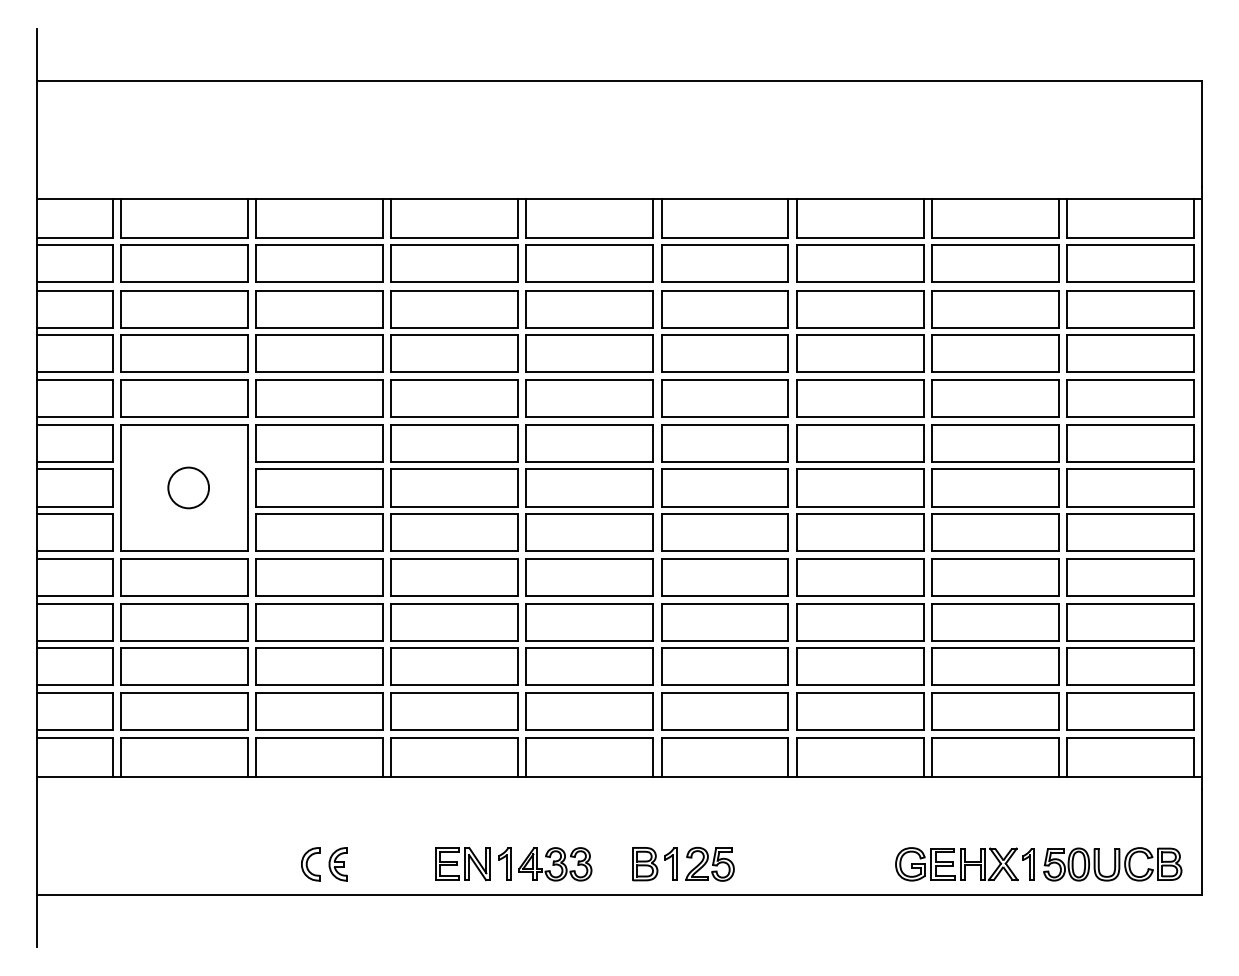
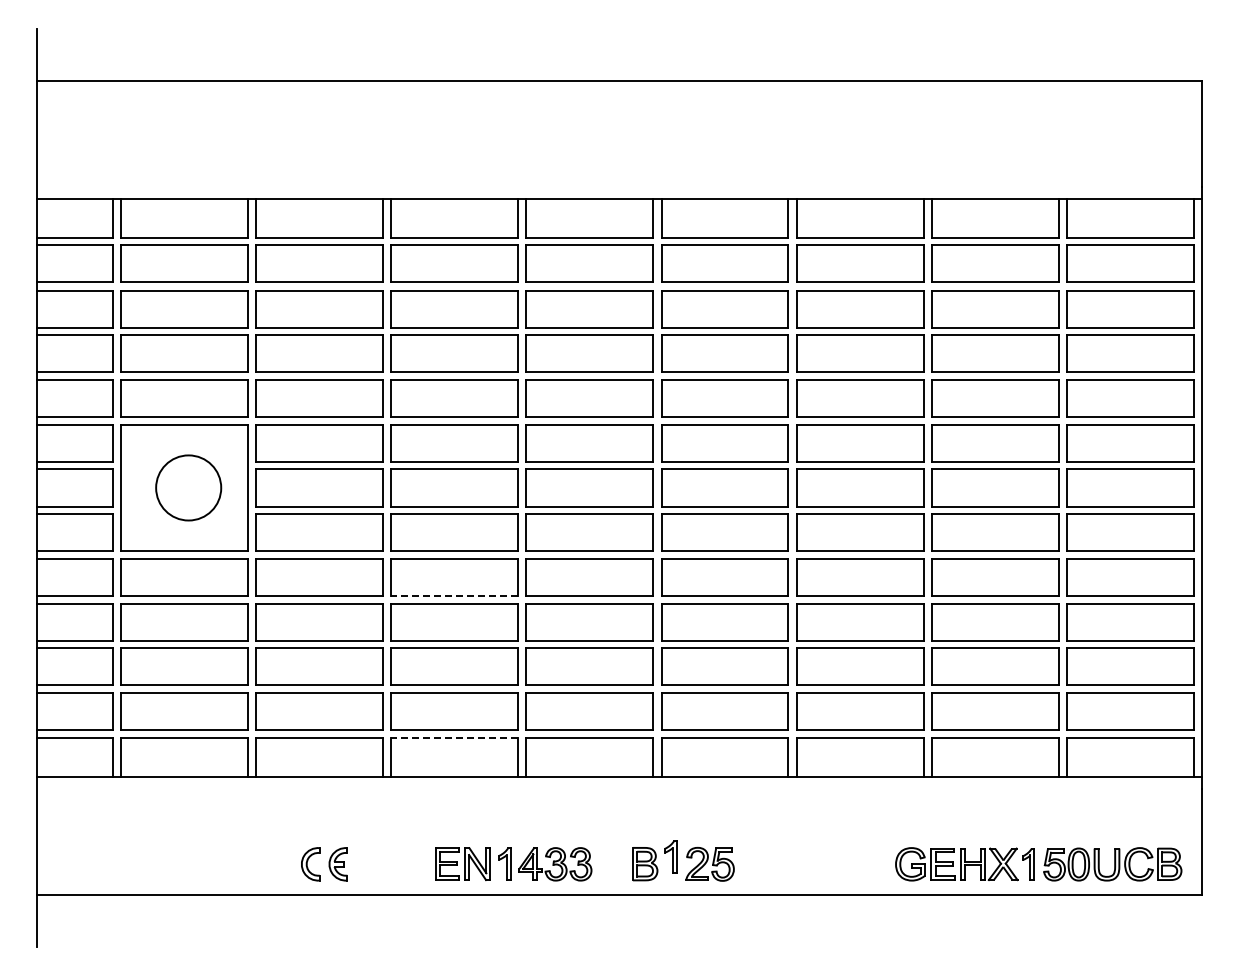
circle at (188, 487) diameter: 41 px -> 65 px
line at (454, 596): solid -> dashed
line at (454, 737): solid -> dashed
part at (670, 863) position: (670, 863) -> (670, 856)
